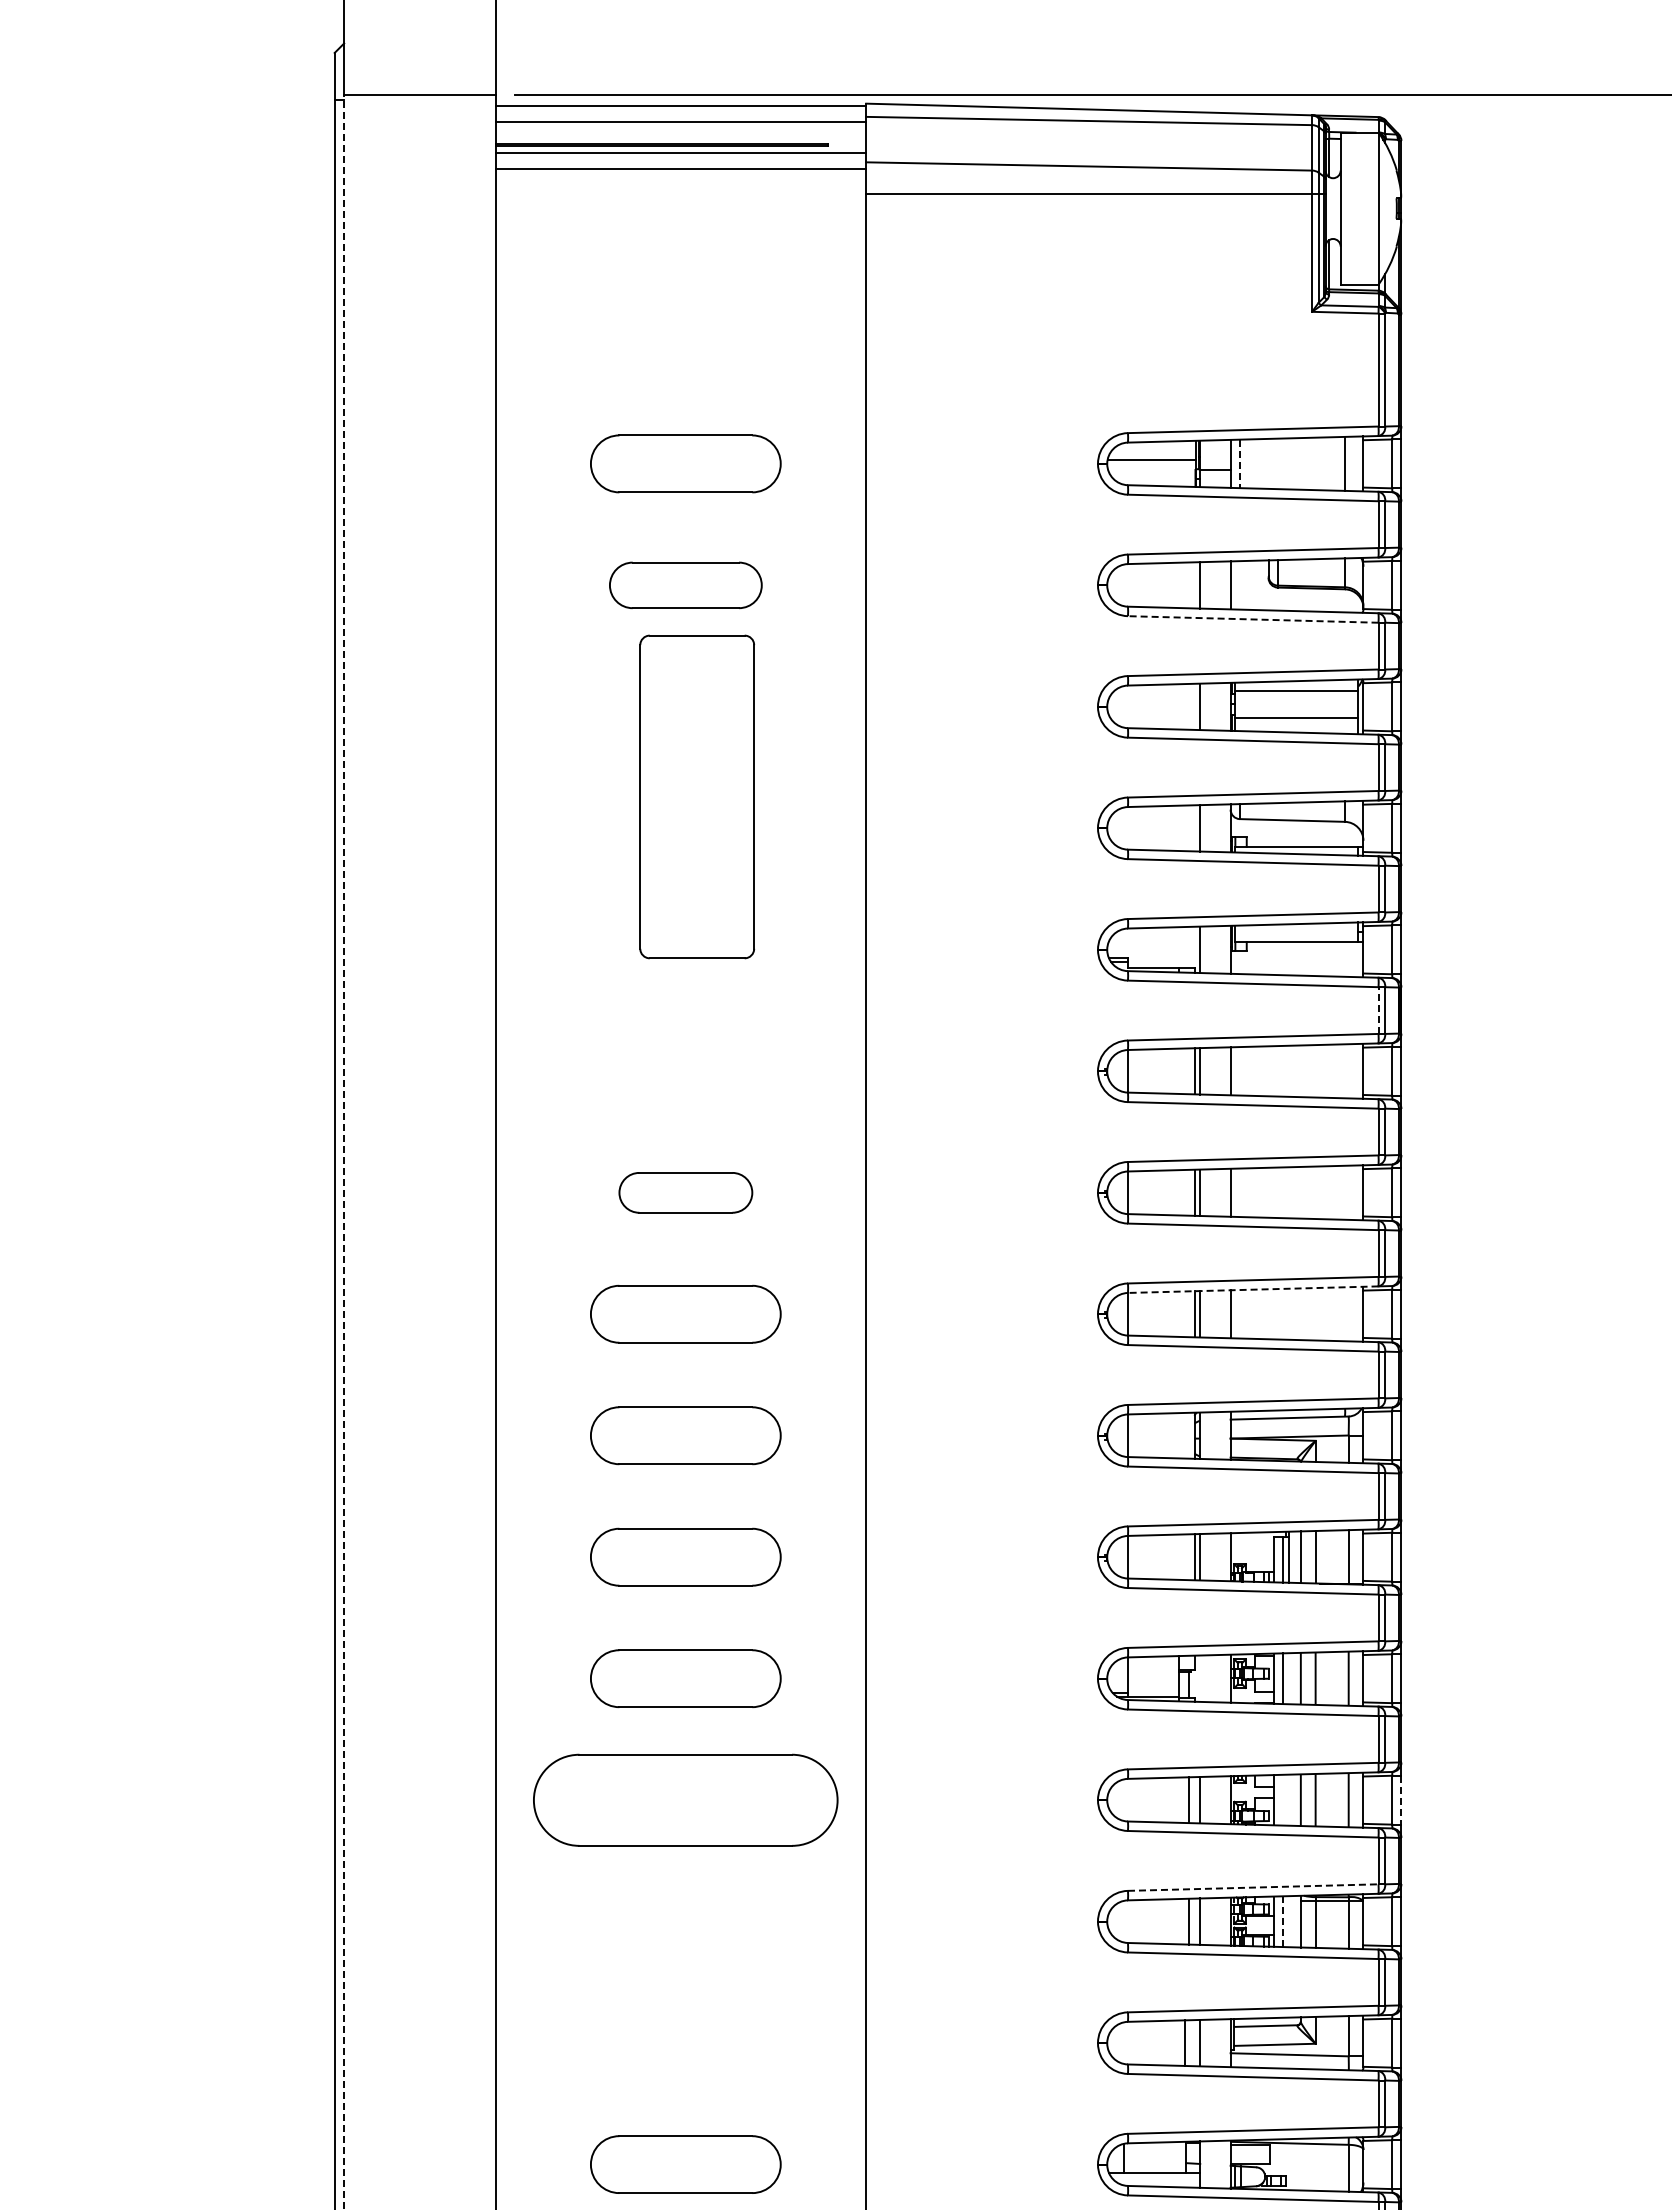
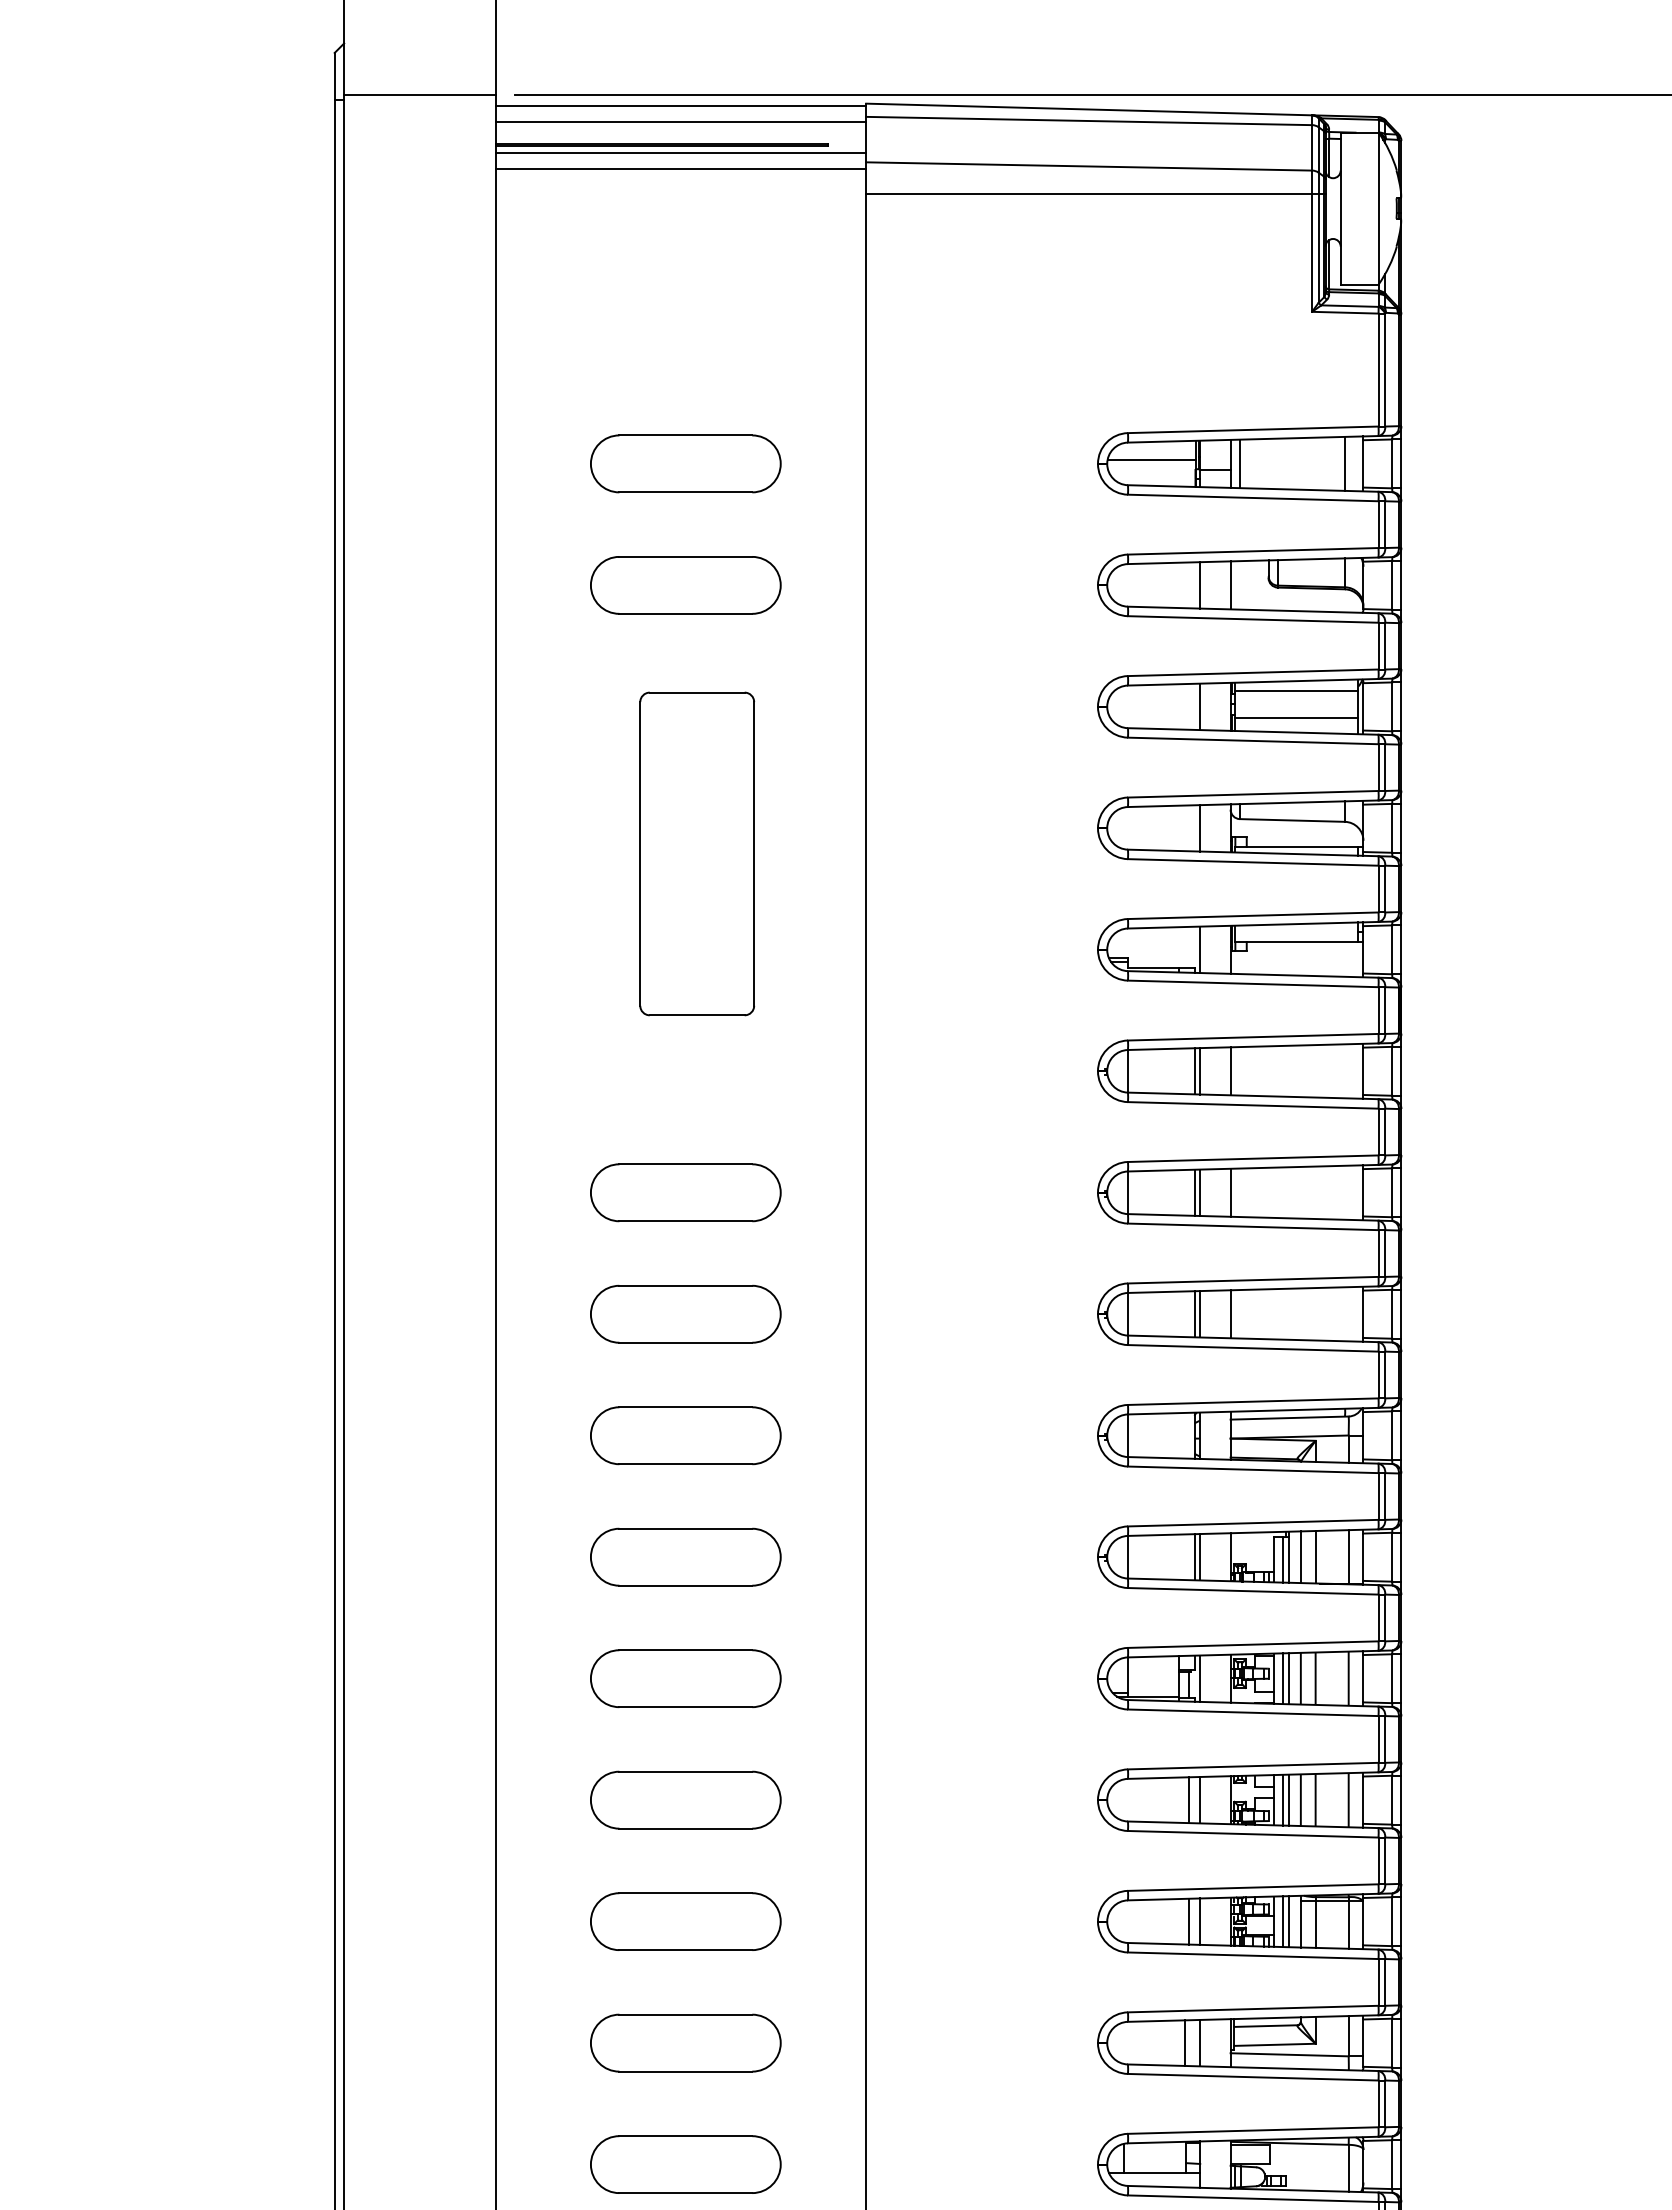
line at (1239, 464): dashed -> solid
part at (685, 585) size: 154x49 px -> 192x59 px
line at (1252, 619): dashed -> solid
part at (697, 796) position: (697, 796) -> (697, 853)
line at (1378, 1010): dashed -> solid
line at (344, 1151): dashed -> solid
part at (685, 1192) size: 136x42 px -> 192x60 px
line at (1252, 1289): dashed -> solid
line at (1200, 1678): none -> present
line at (1289, 1678): none -> present
part at (685, 1799) size: 306x94 px -> 192x60 px
line at (1282, 1799): none -> present
line at (1289, 1799): none -> present
line at (1401, 1800): dashed -> solid
line at (1253, 1887): dashed -> solid
part at (685, 1921): none -> present
line at (1282, 1921): dashed -> solid
line at (1289, 1921): none -> present
part at (685, 2042): none -> present
